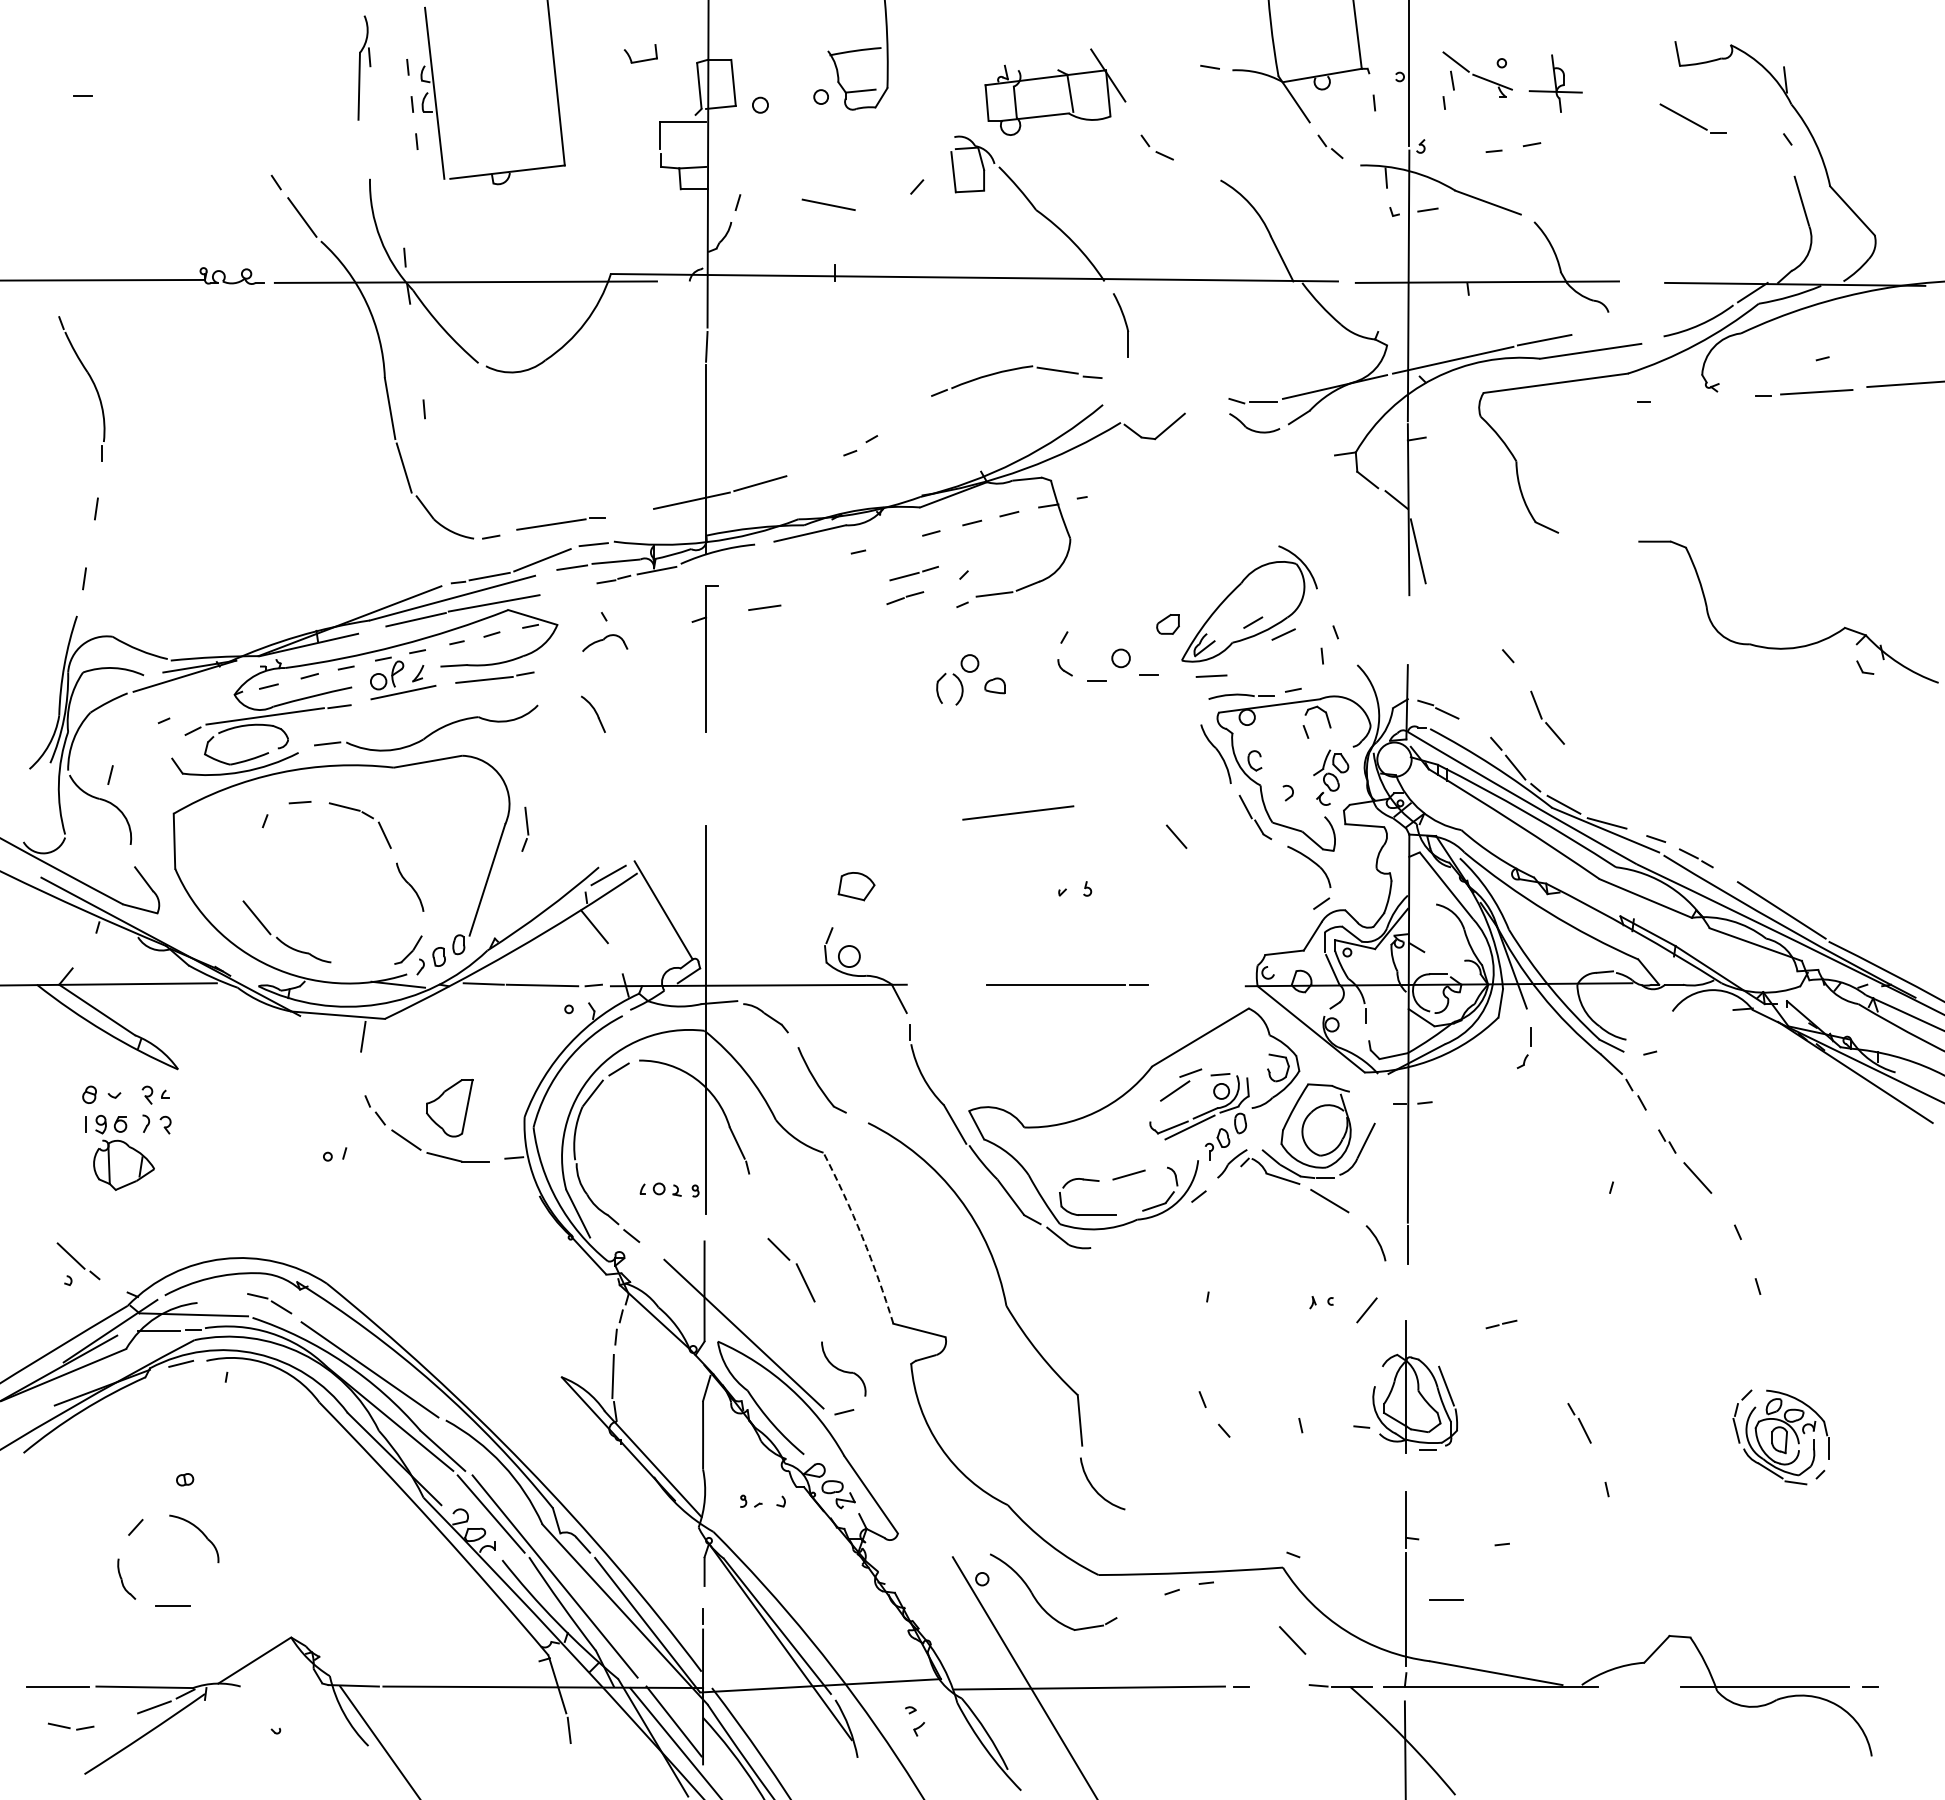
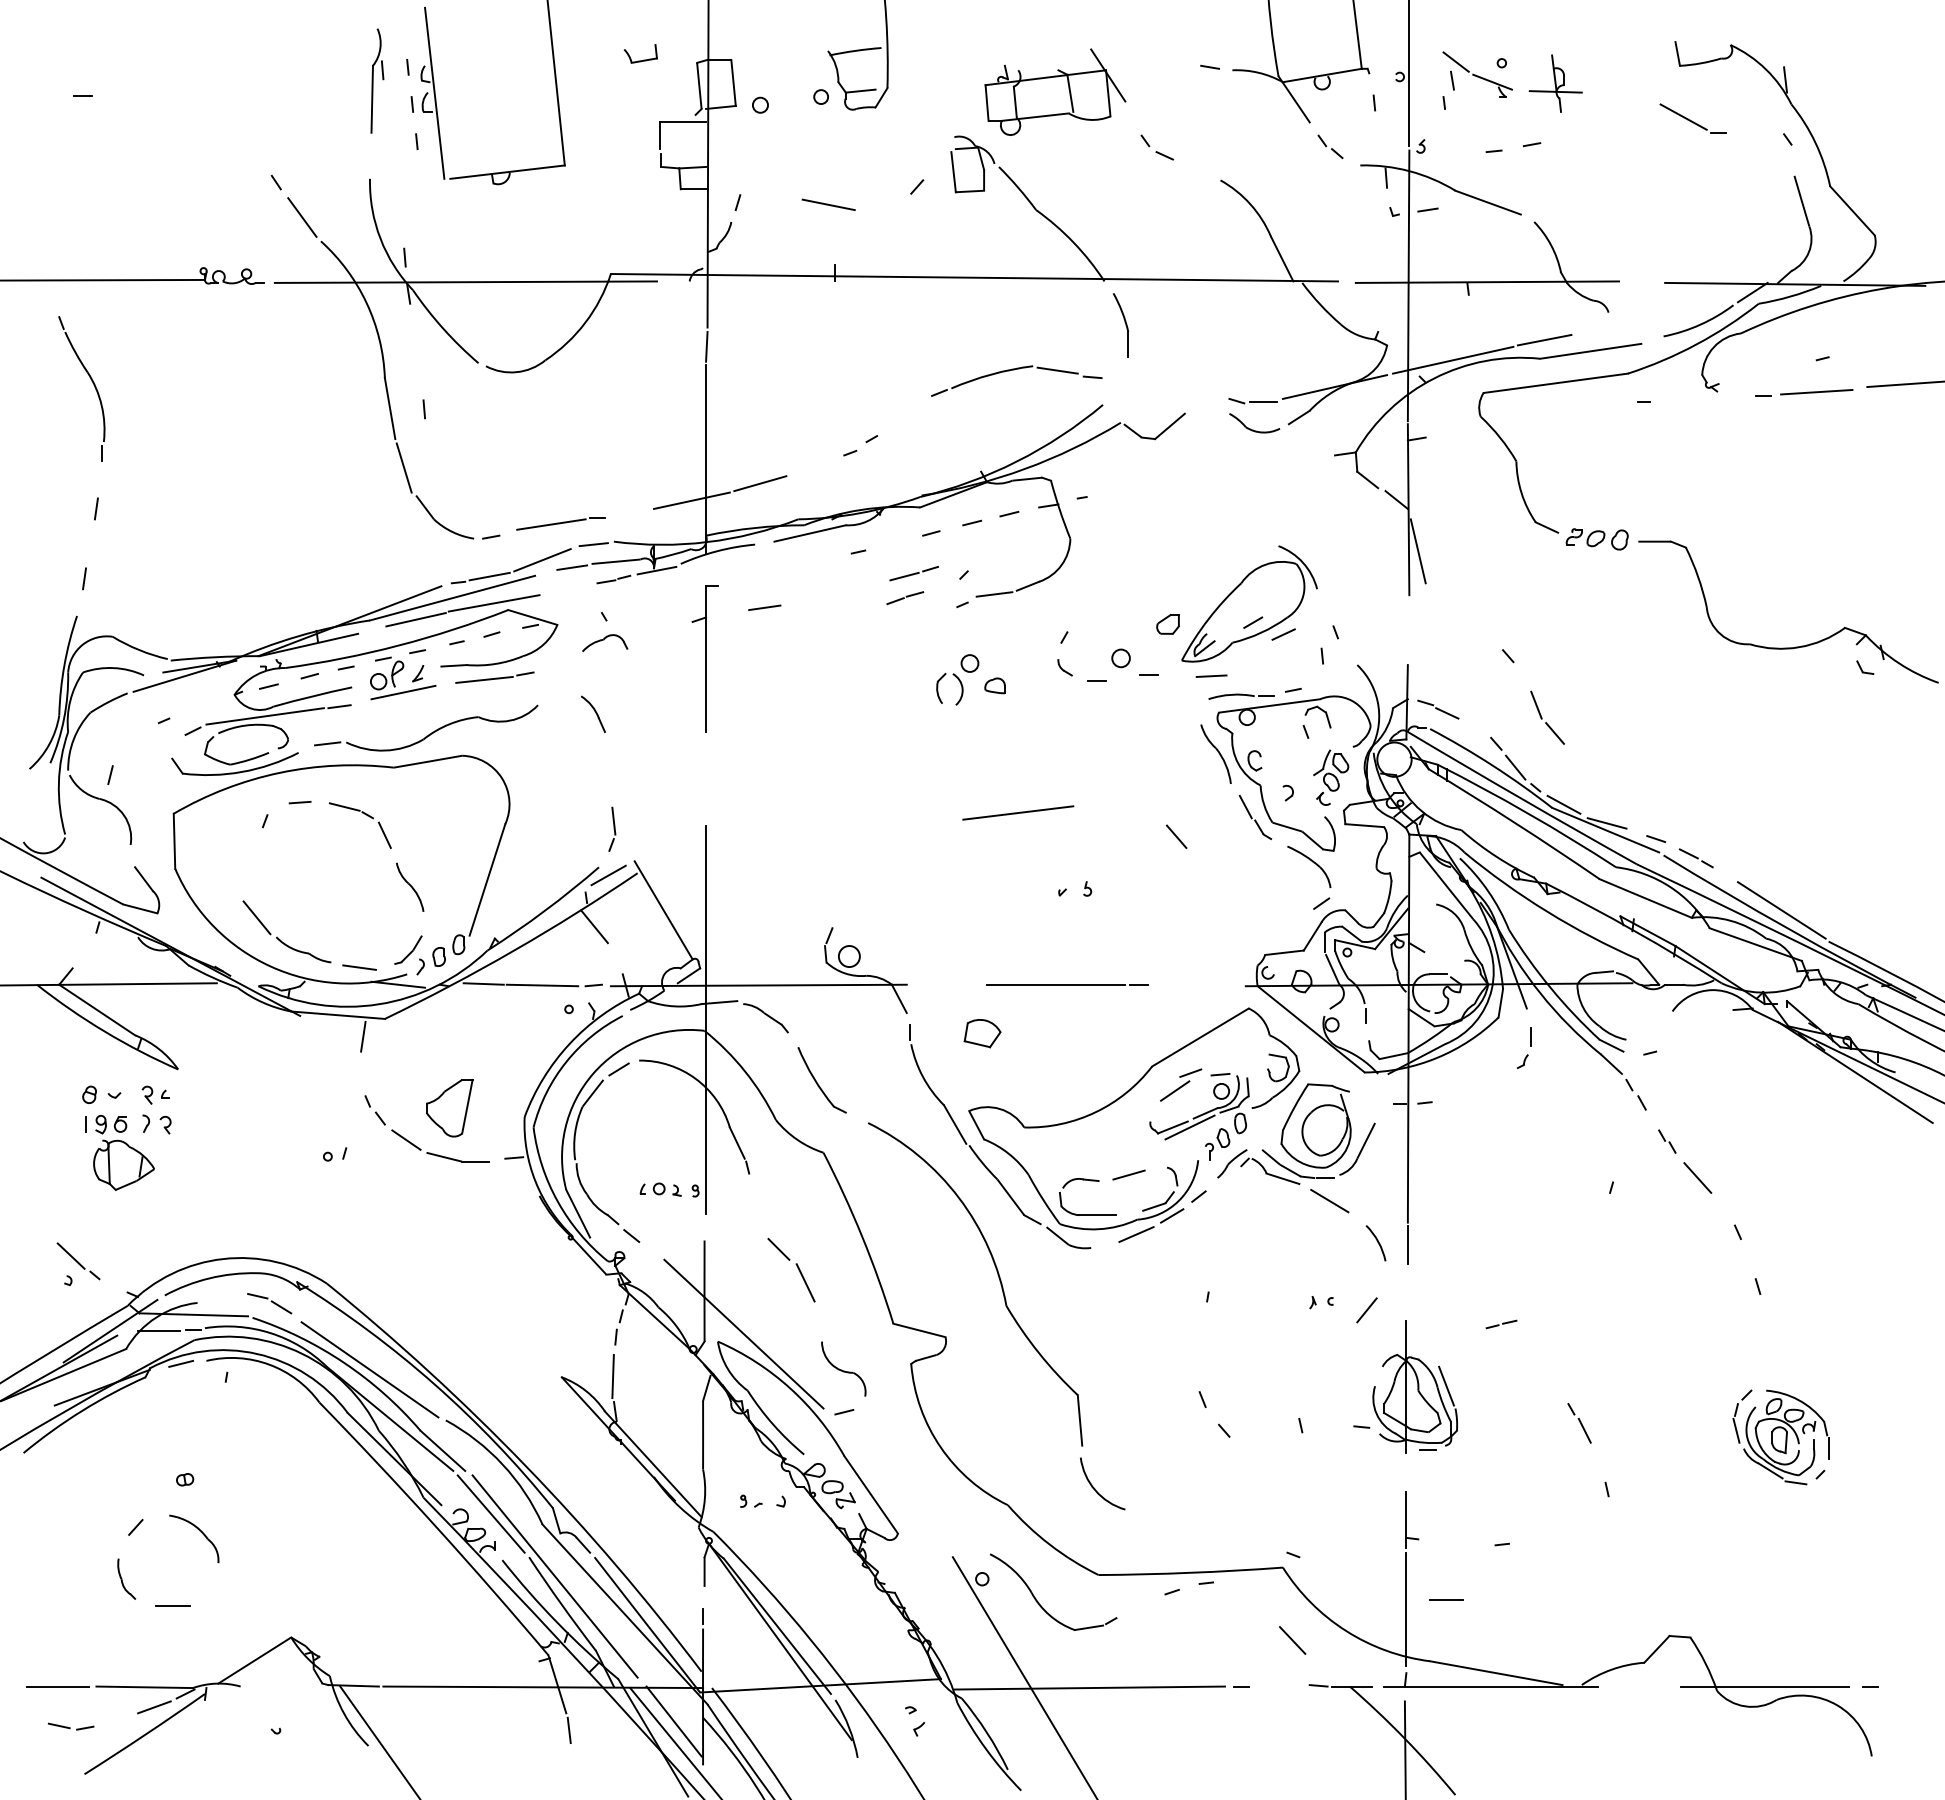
part at (364, 67) position: (364, 67) -> (377, 80)
part at (1596, 539): none -> present
part at (525, 828) position: (525, 828) -> (612, 828)
part at (856, 886) position: (856, 886) -> (982, 1033)
line at (359, 967): none -> present
line at (1172, 1215): none -> present
line at (1136, 1234): none -> present
arc at (862, 1236): dashed -> solid
